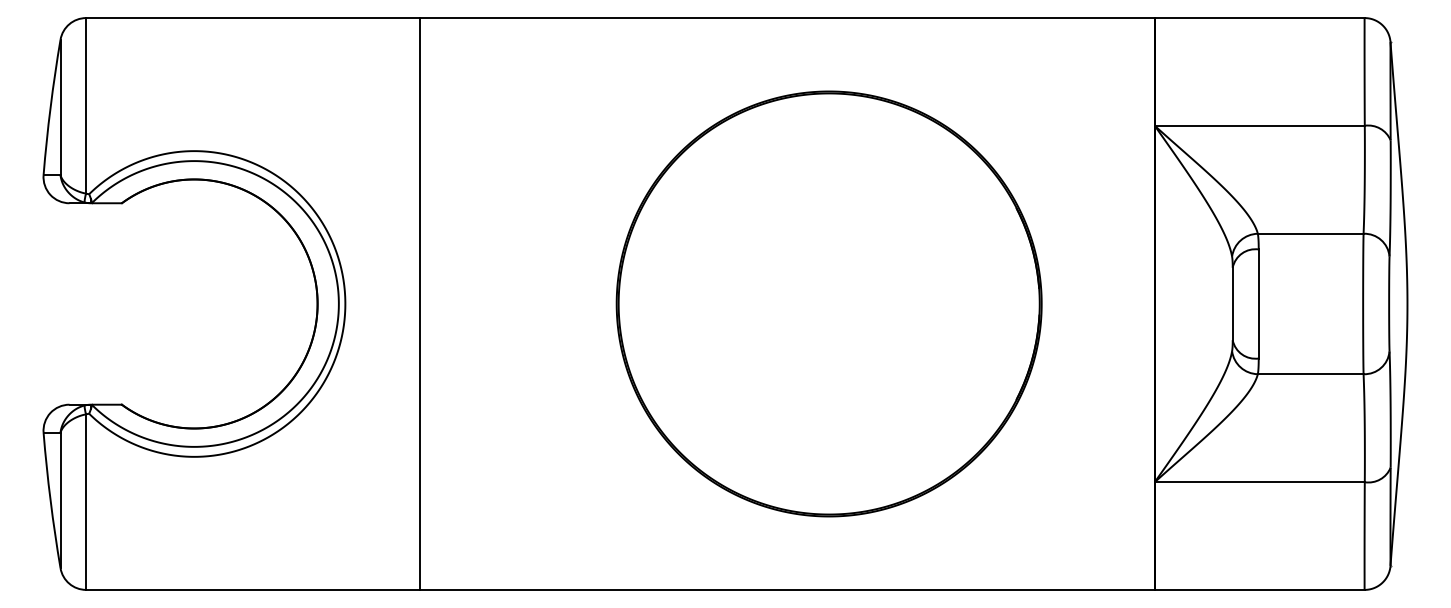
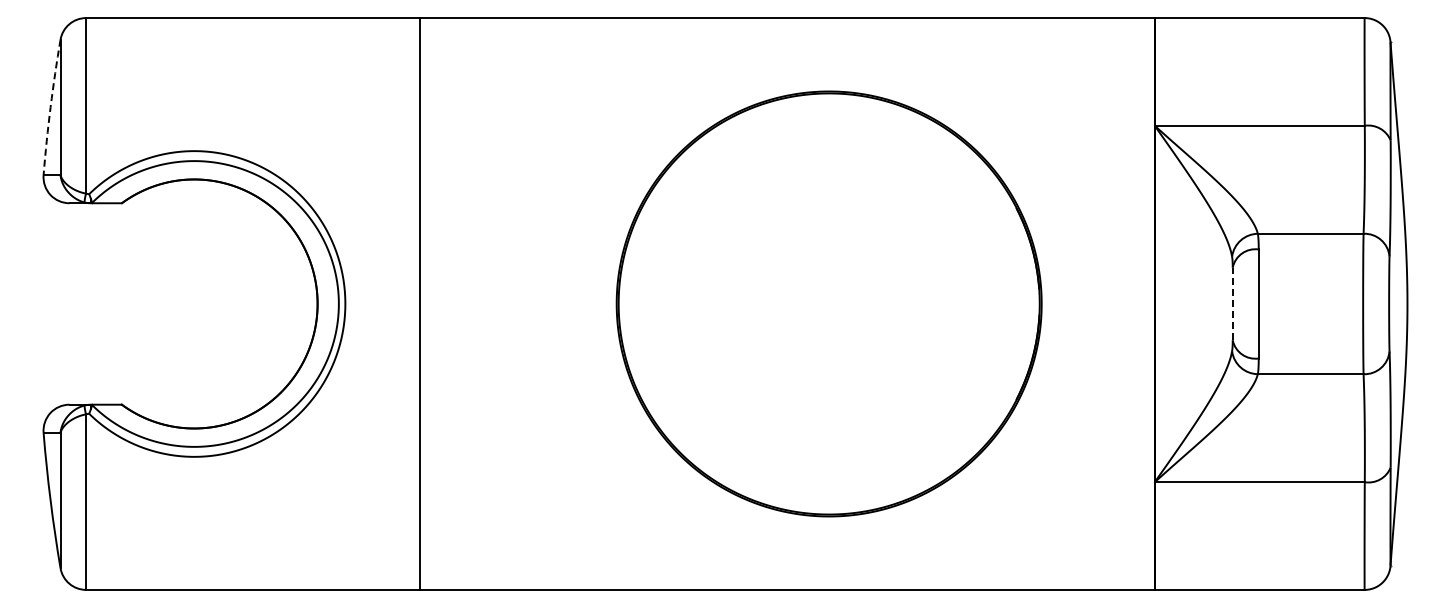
arc at (50, 107): solid -> dashed
line at (1232, 303): solid -> dashed
